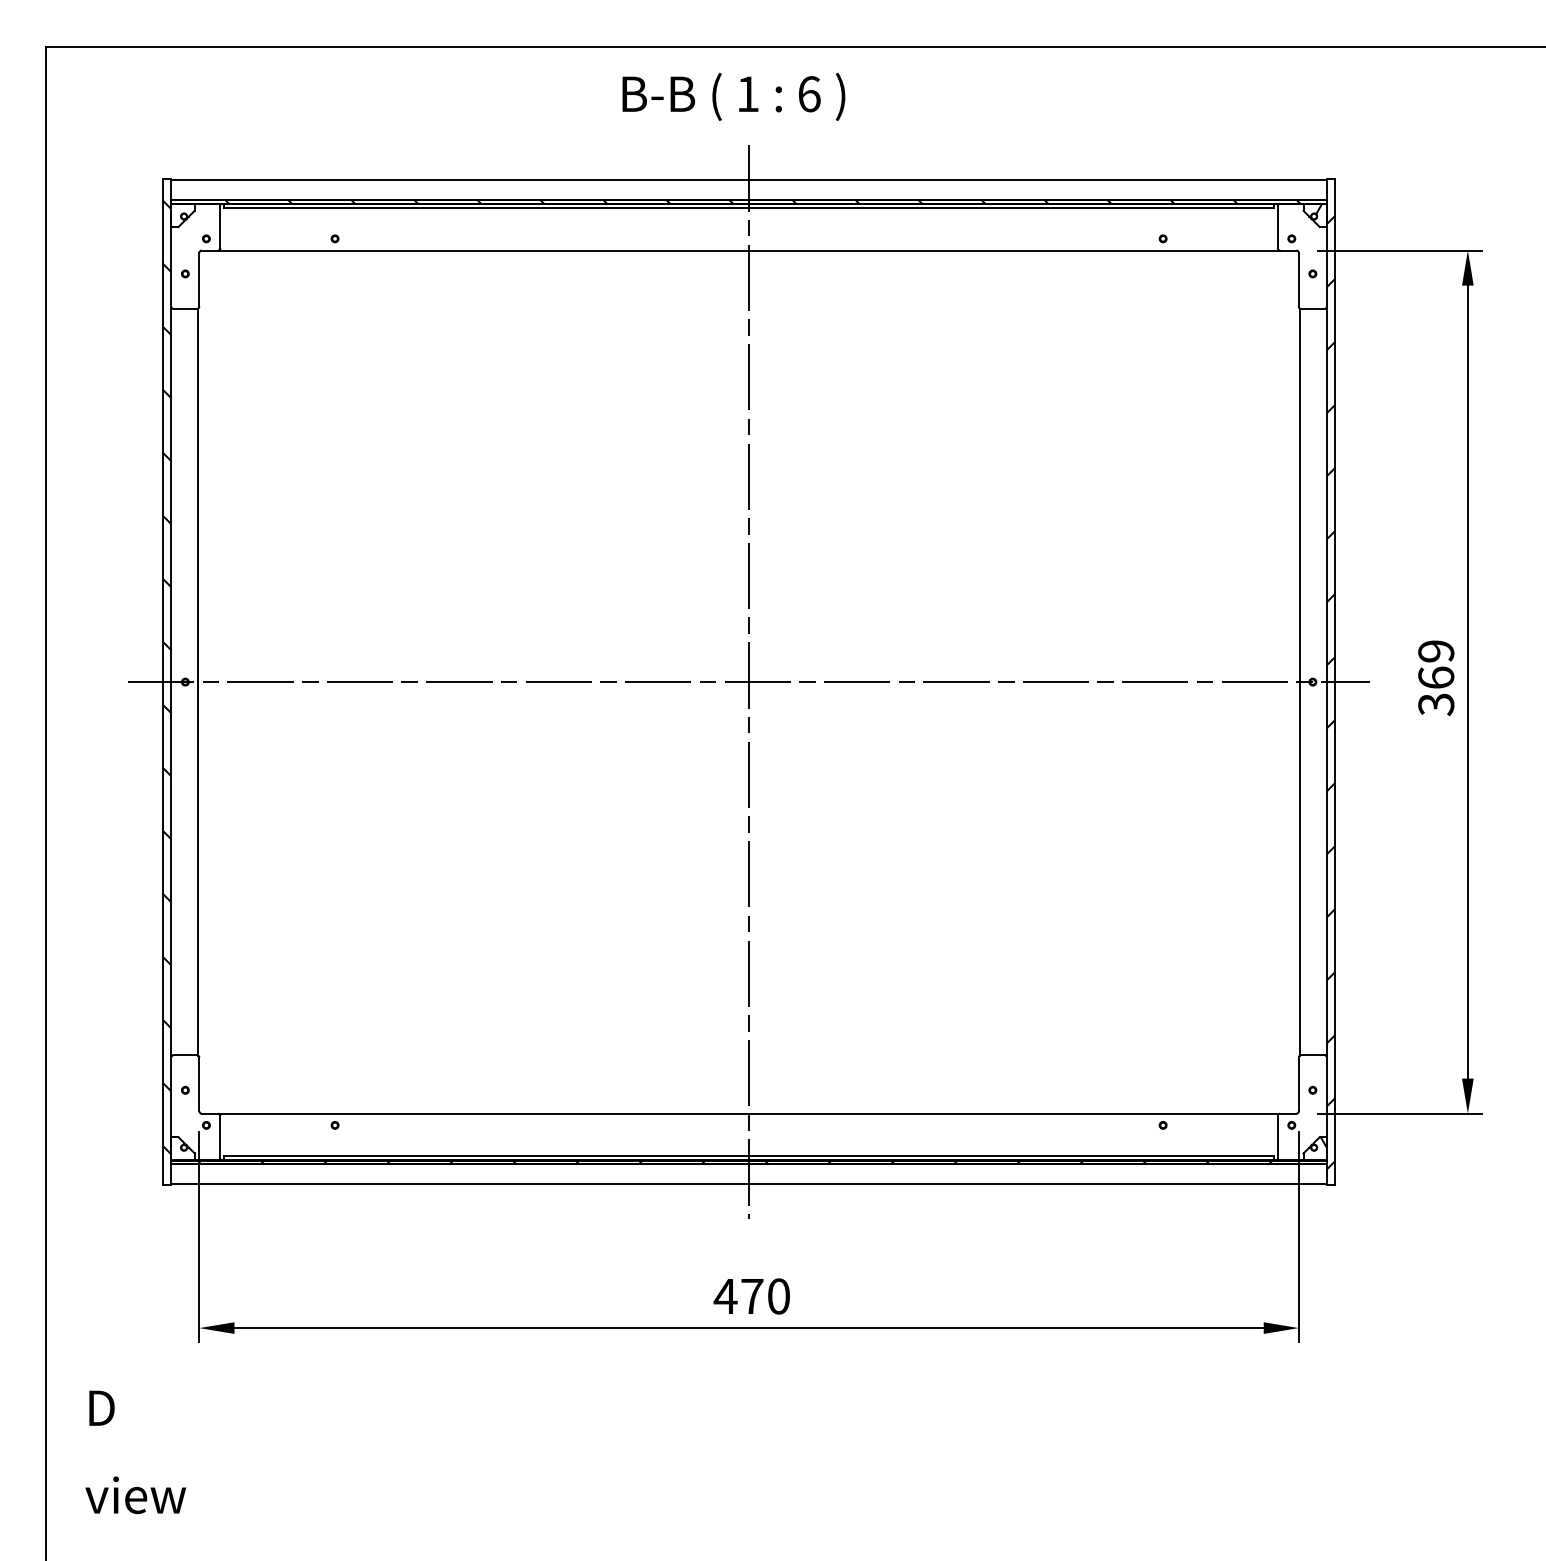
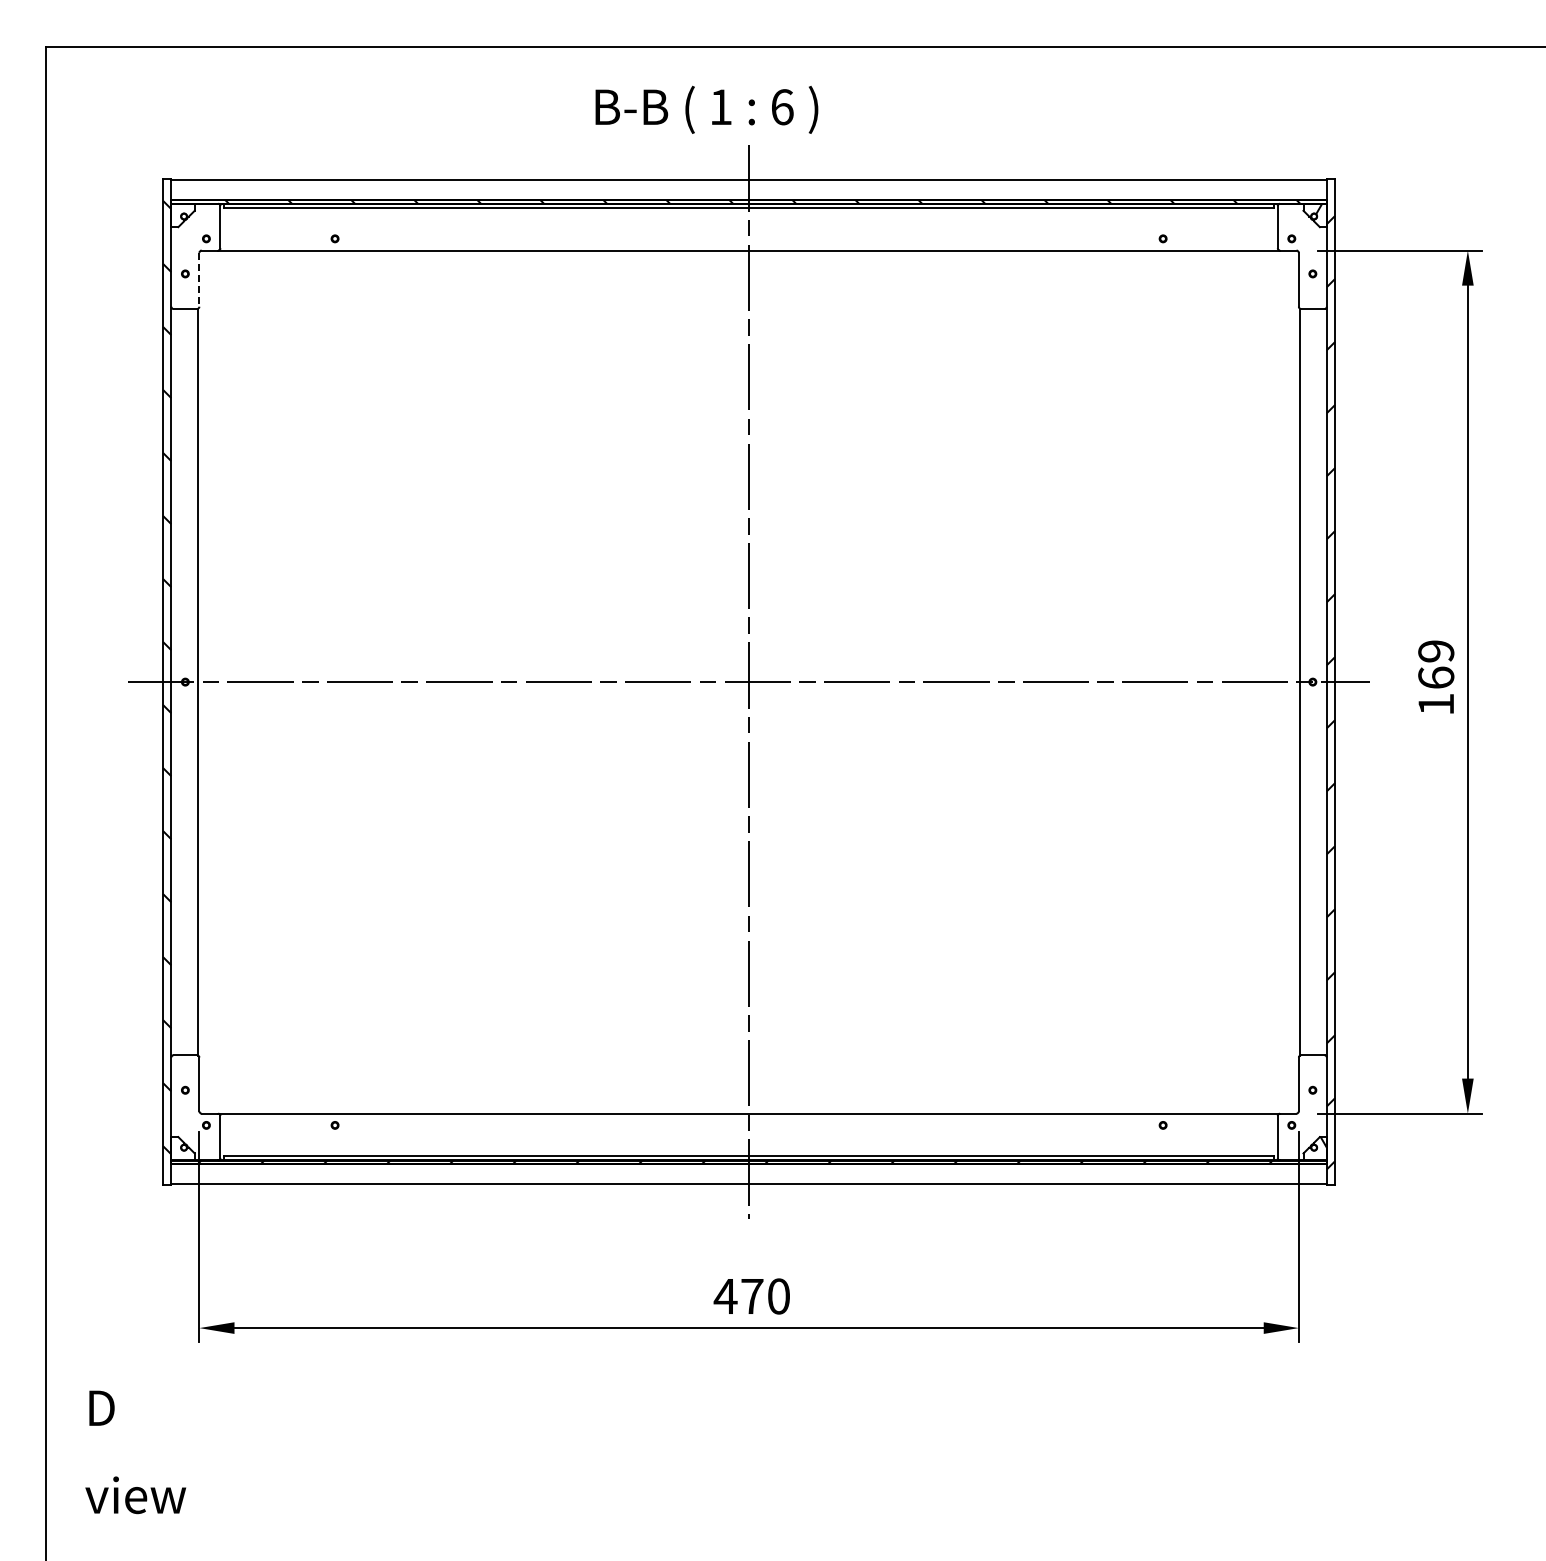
text at (733, 96) position: (733, 96) -> (706, 109)
line at (199, 279): solid -> dashed
text at (1436, 704): 369 -> 169
